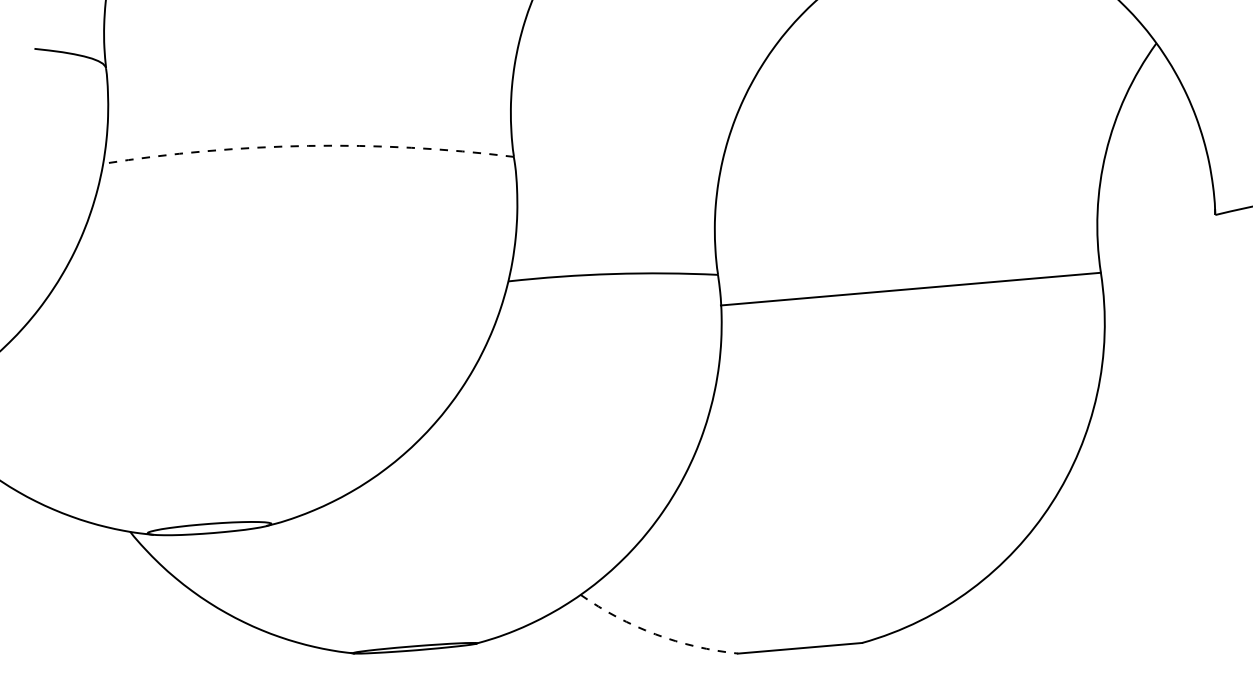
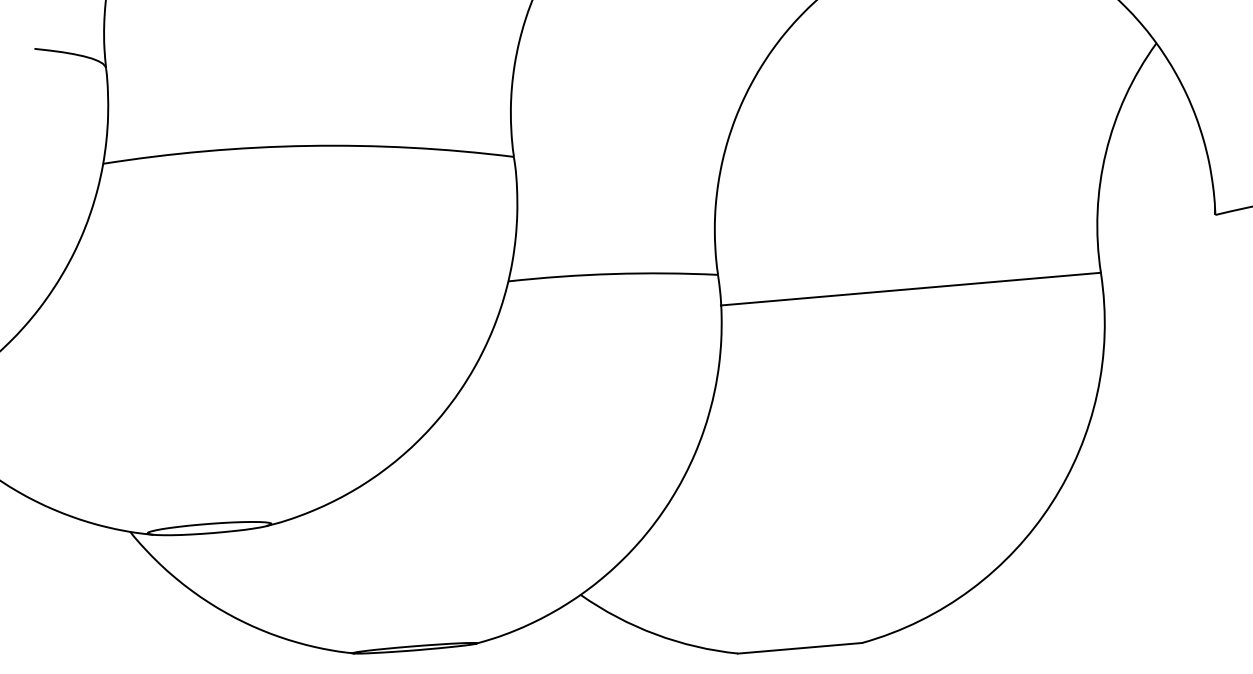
arc at (308, 145): dashed -> solid
arc at (655, 634): dashed -> solid
